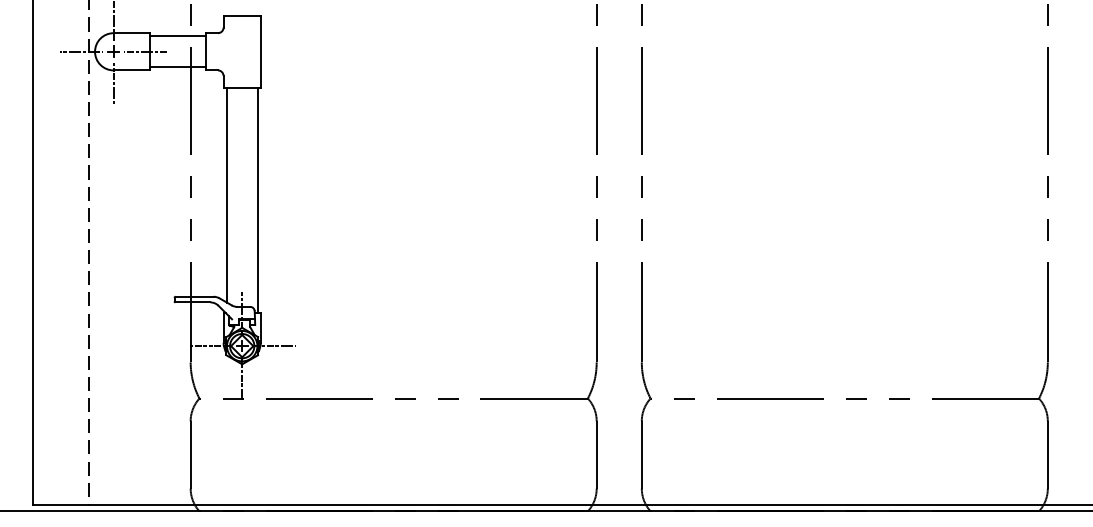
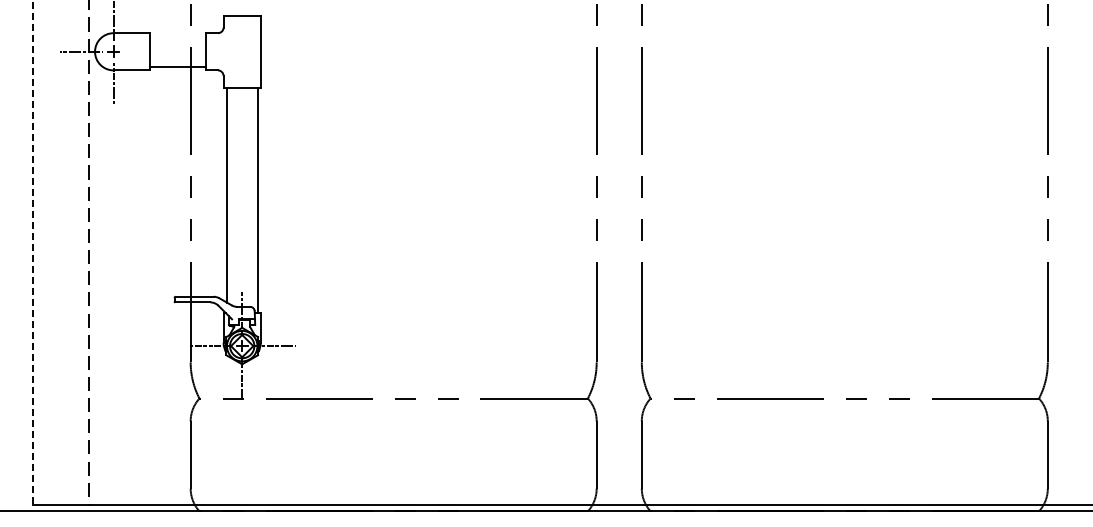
line at (177, 36): present -> none
line at (145, 51): present -> none
line at (32, 252): solid -> dashed
